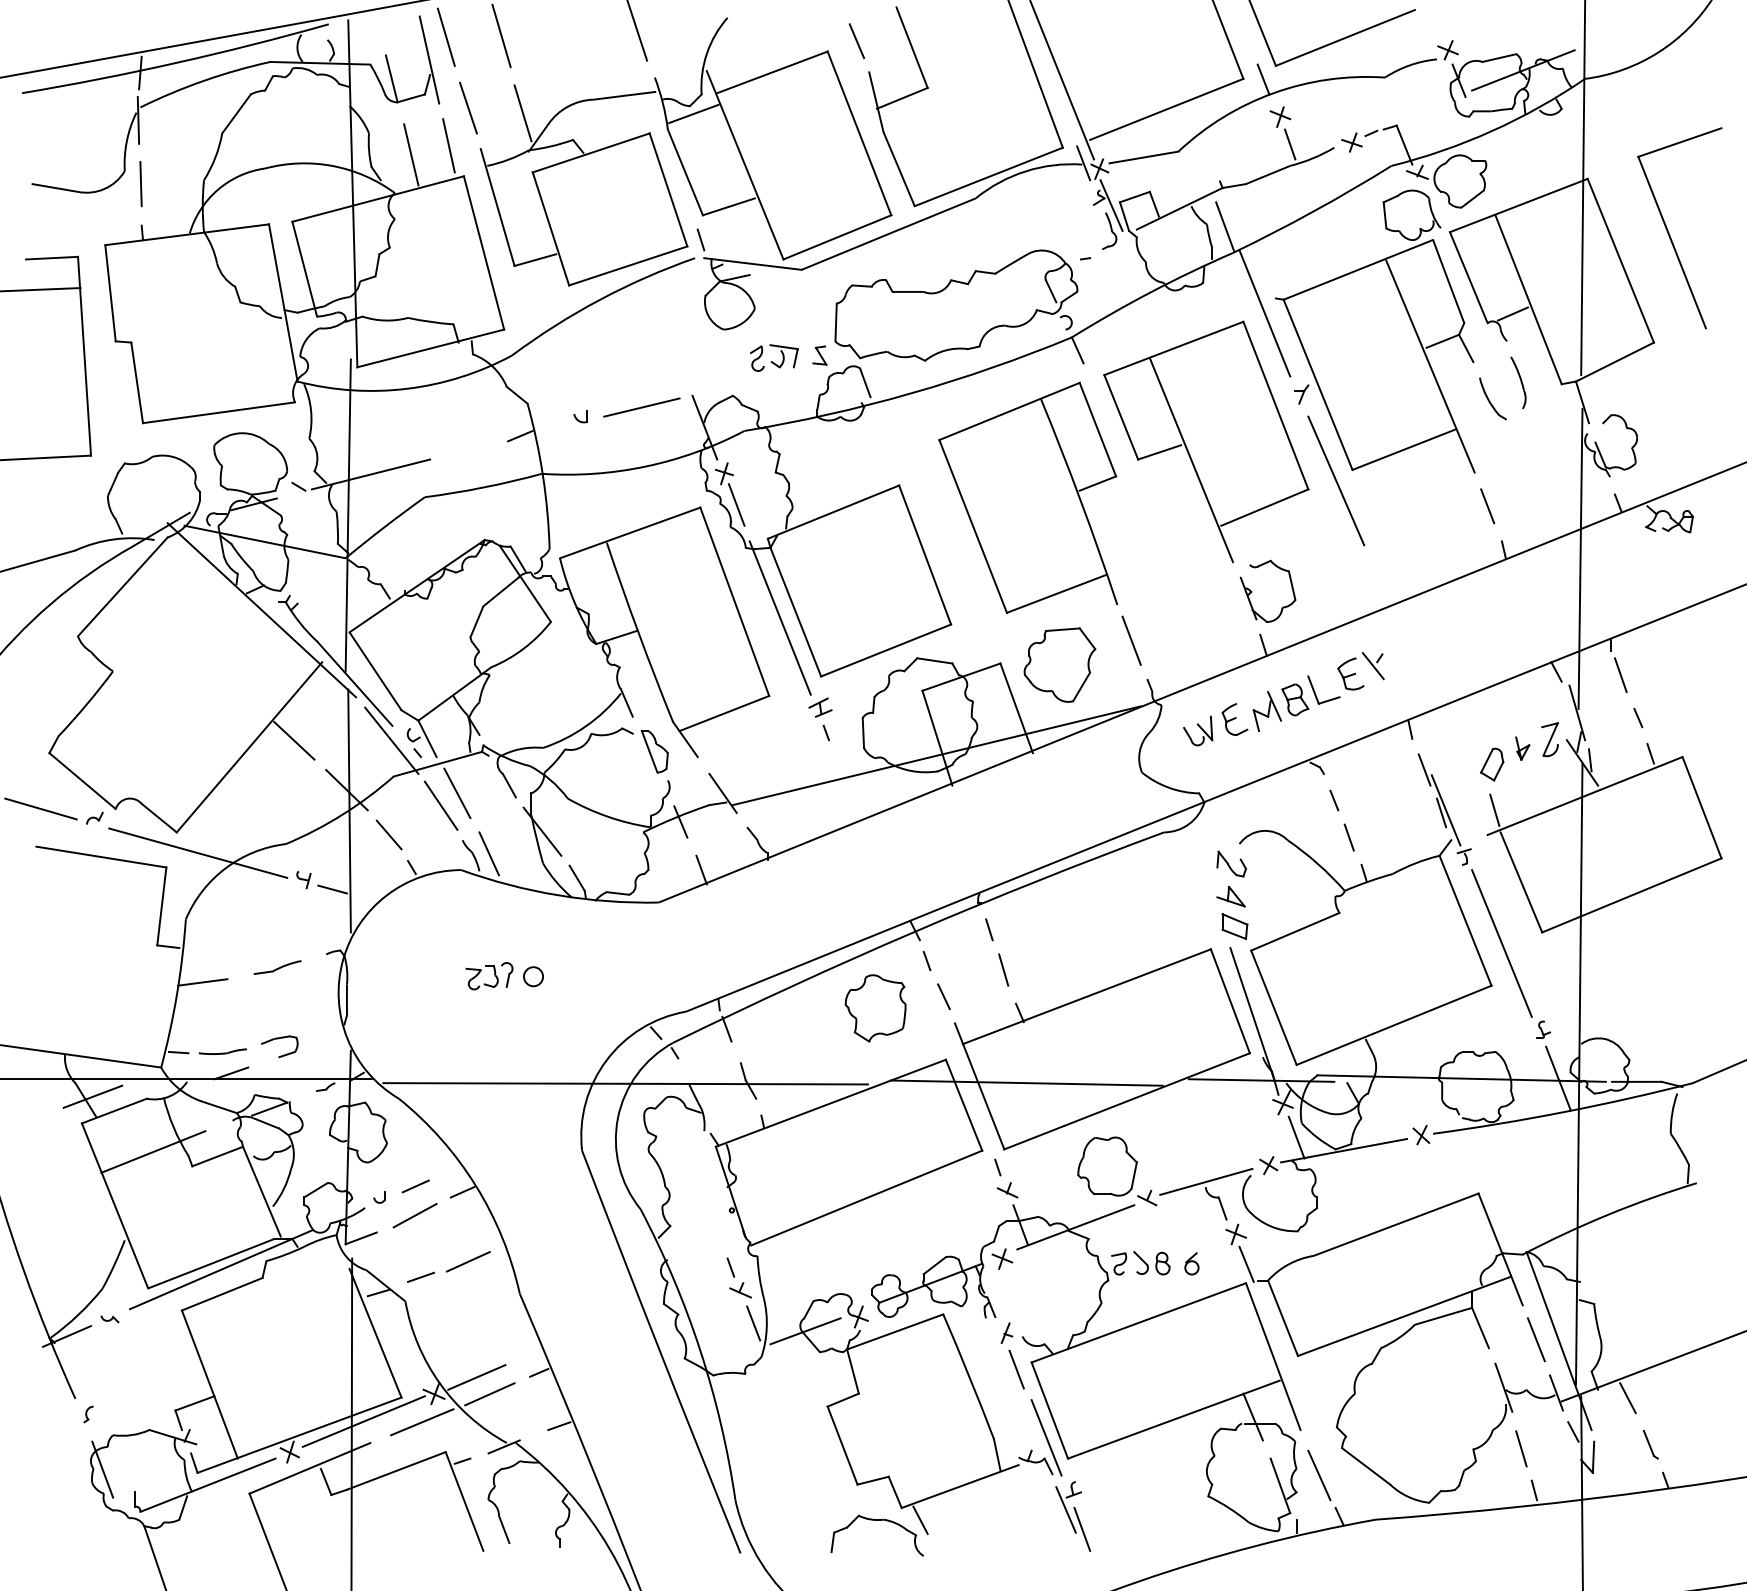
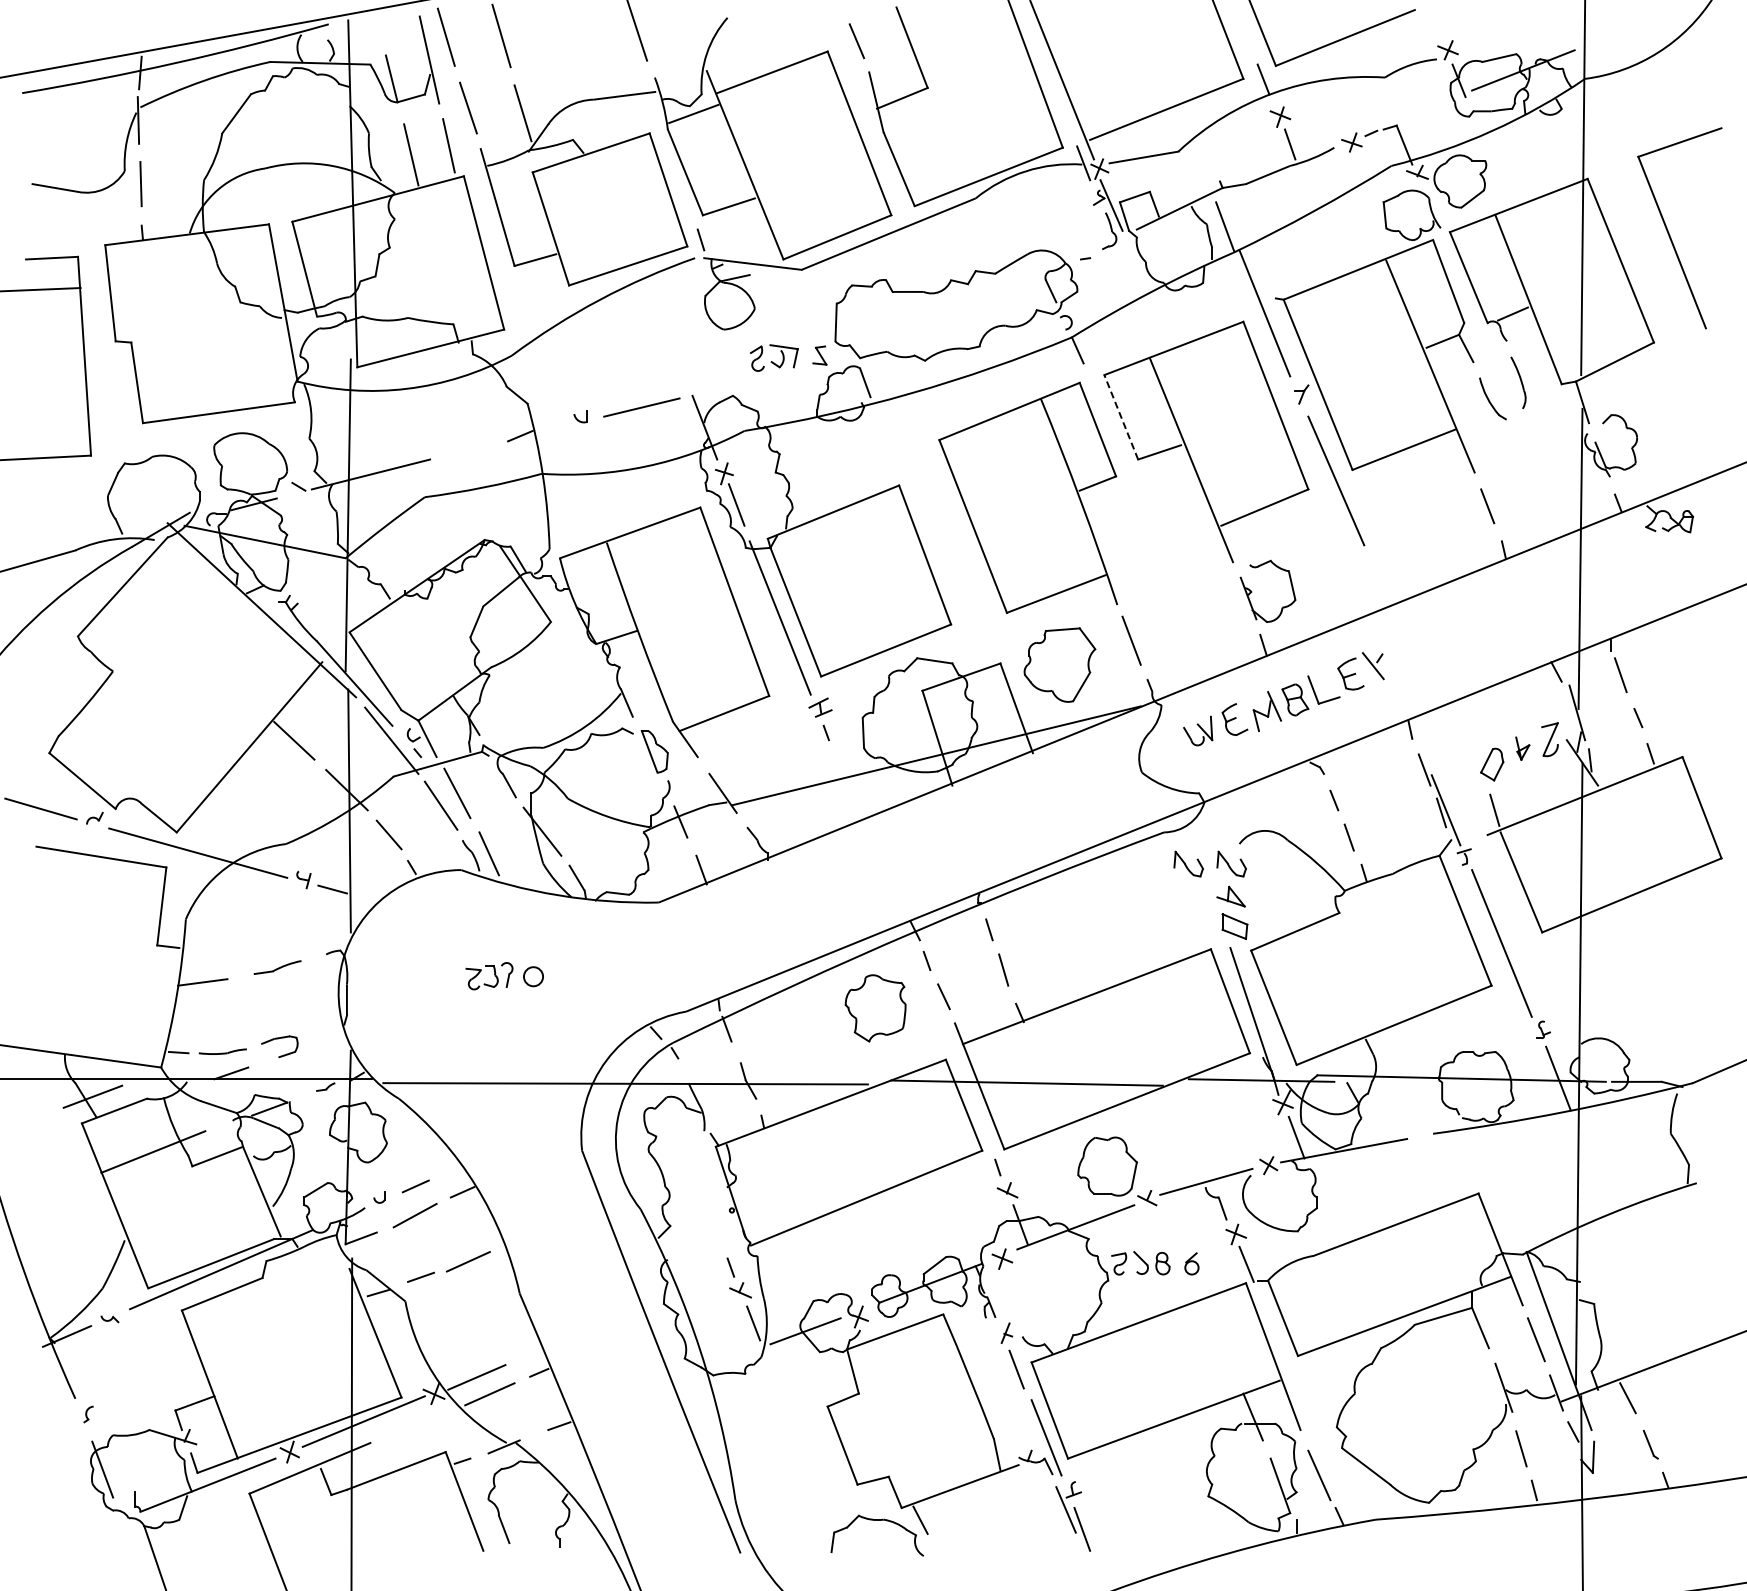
line at (1121, 416): solid -> dashed
part at (1188, 863): none -> present
part at (1421, 1135): present -> none
line at (422, 1422): present -> none
